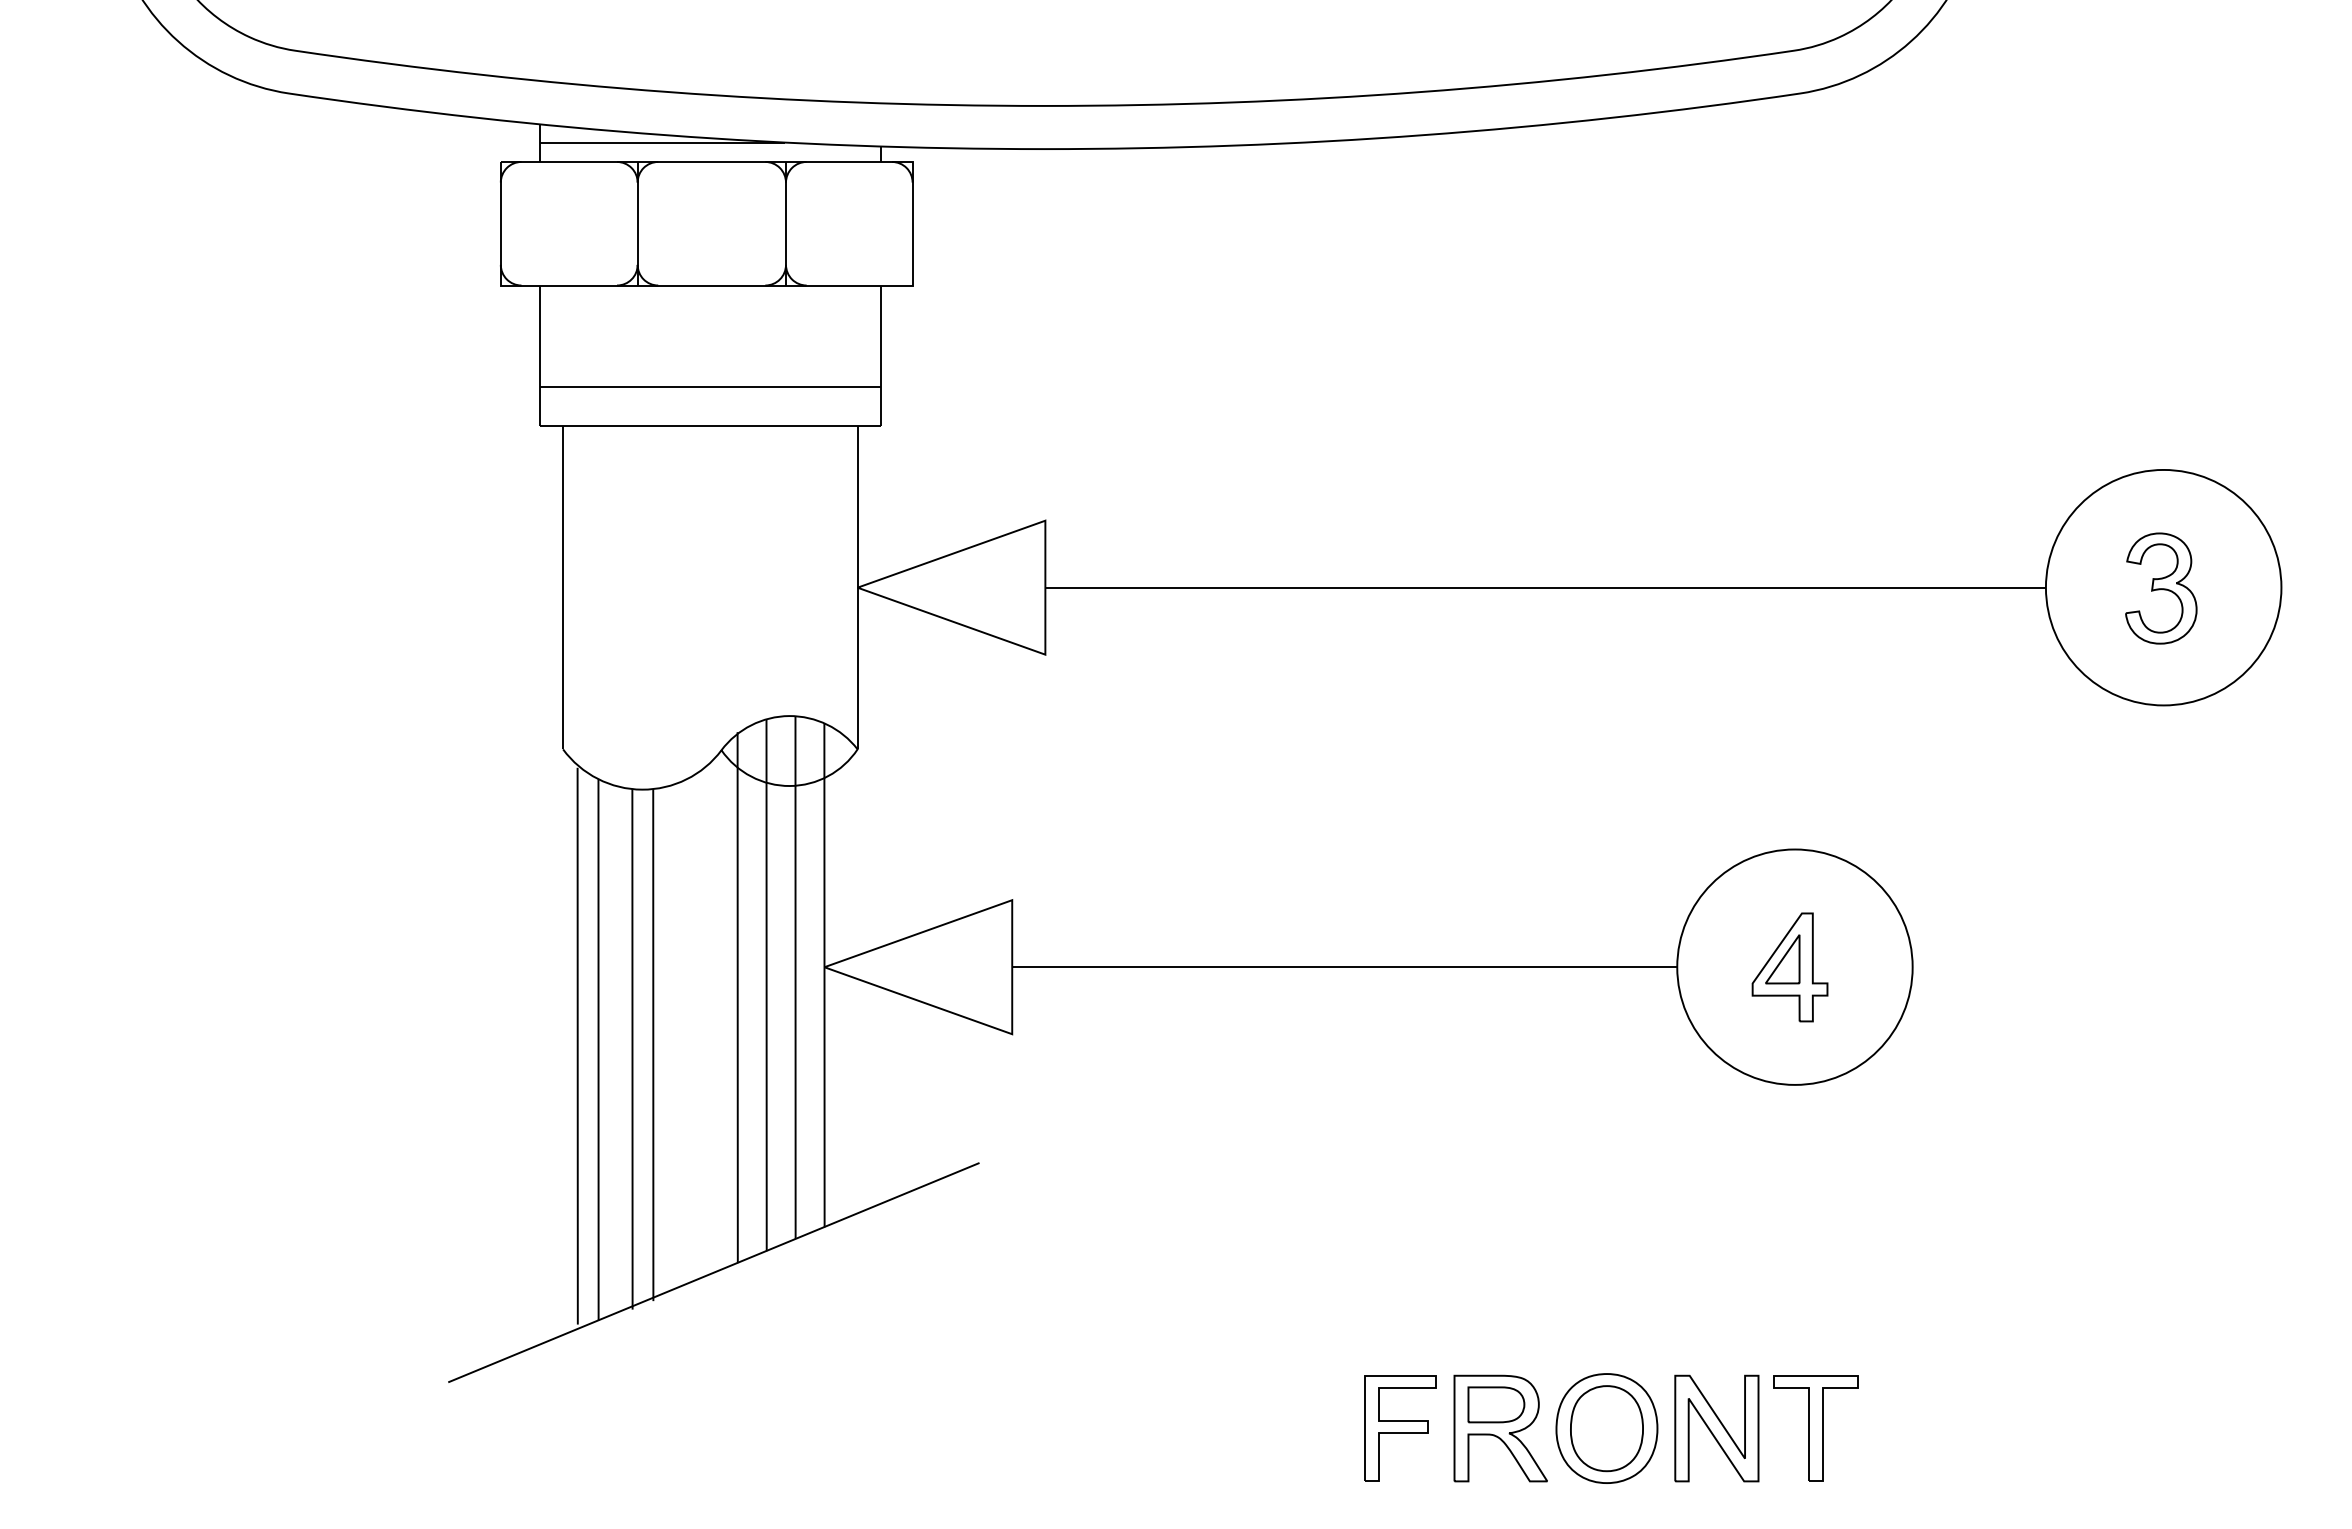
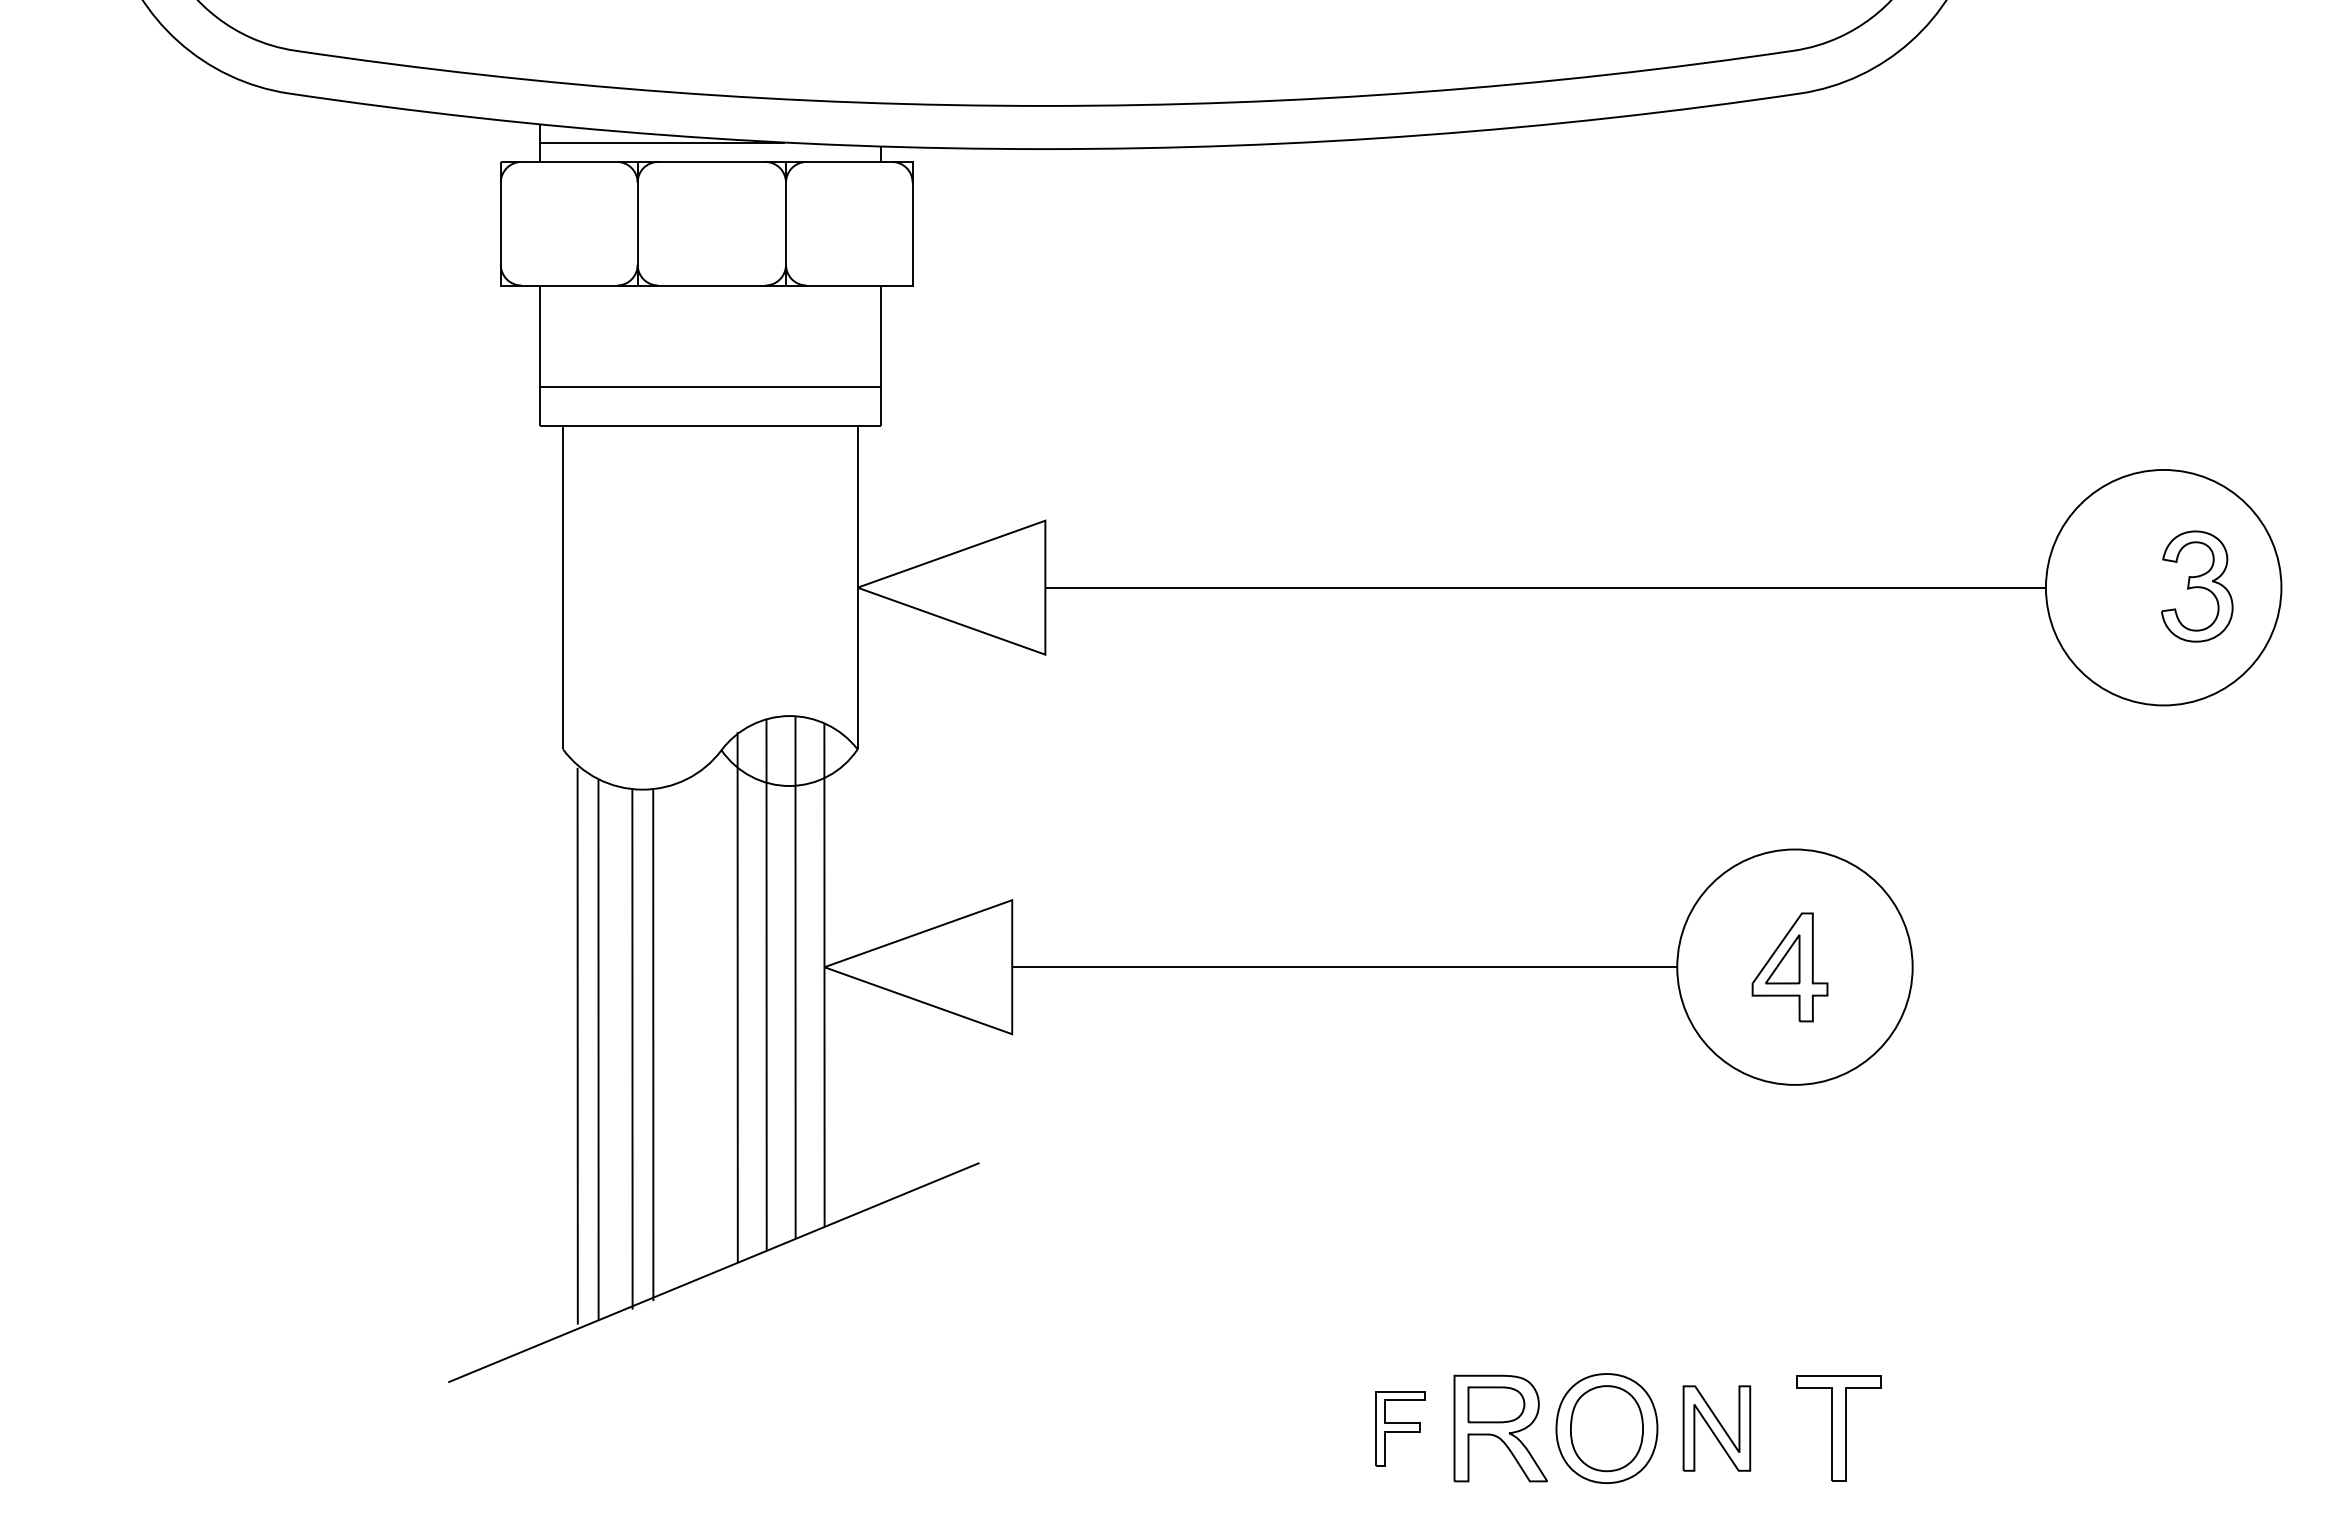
part at (2161, 588) position: (2161, 588) -> (2197, 586)
part at (1400, 1428) size: 73x107 px -> 51x76 px
part at (1716, 1428) size: 86x109 px -> 70x87 px
part at (1815, 1428) position: (1815, 1428) -> (1838, 1428)
